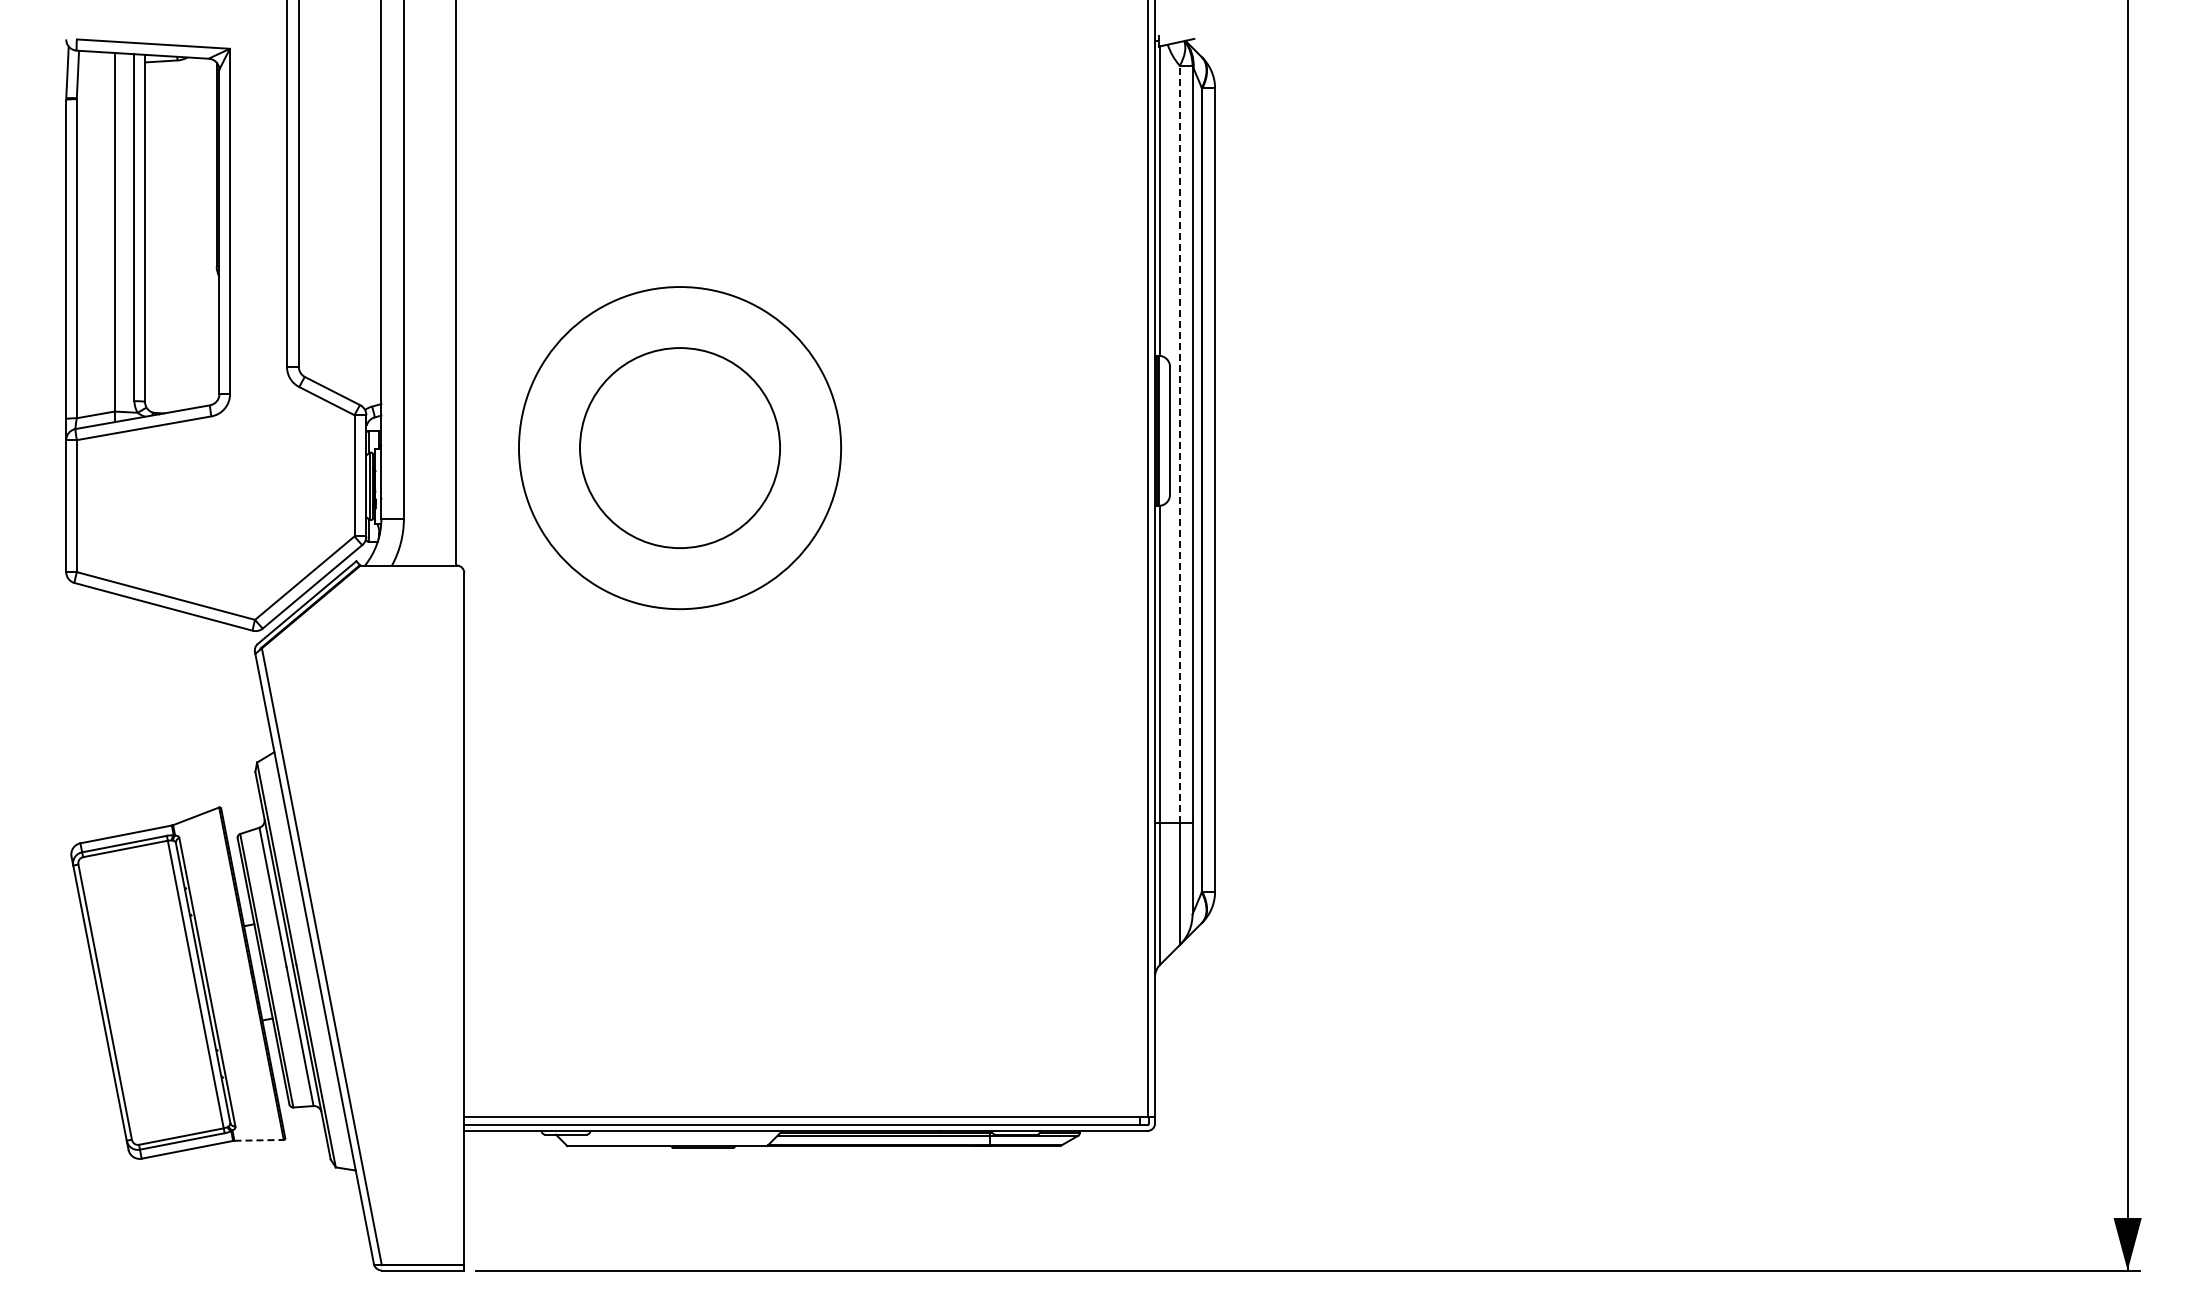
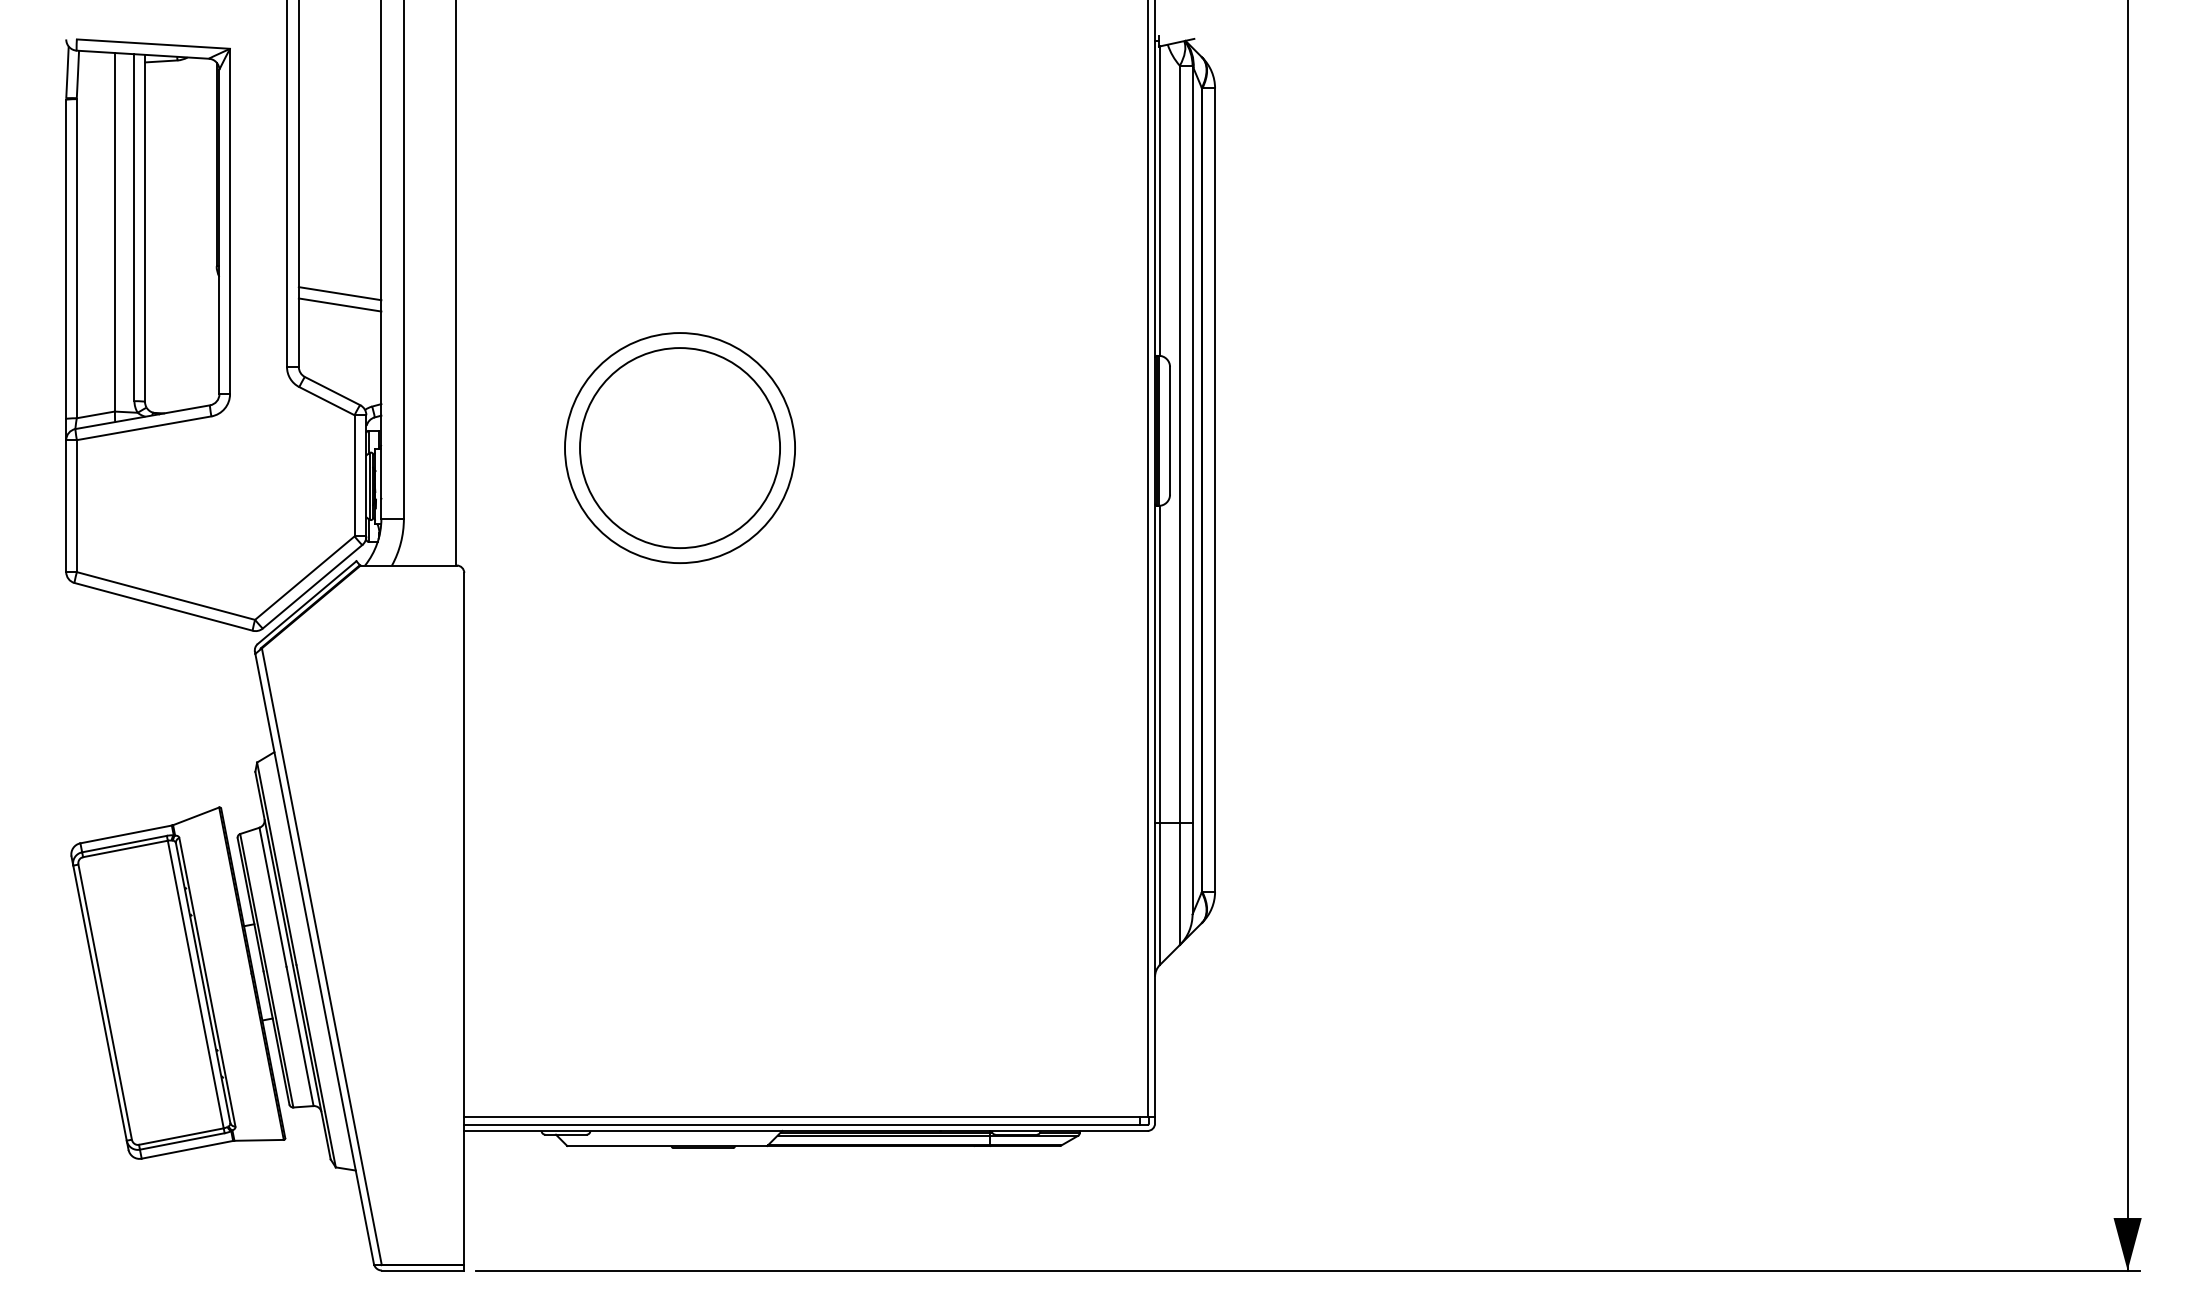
line at (339, 293): none -> present
line at (339, 304): none -> present
line at (1179, 444): dashed -> solid
circle at (679, 448) diameter: 322 px -> 230 px
line at (259, 1140): dashed -> solid
